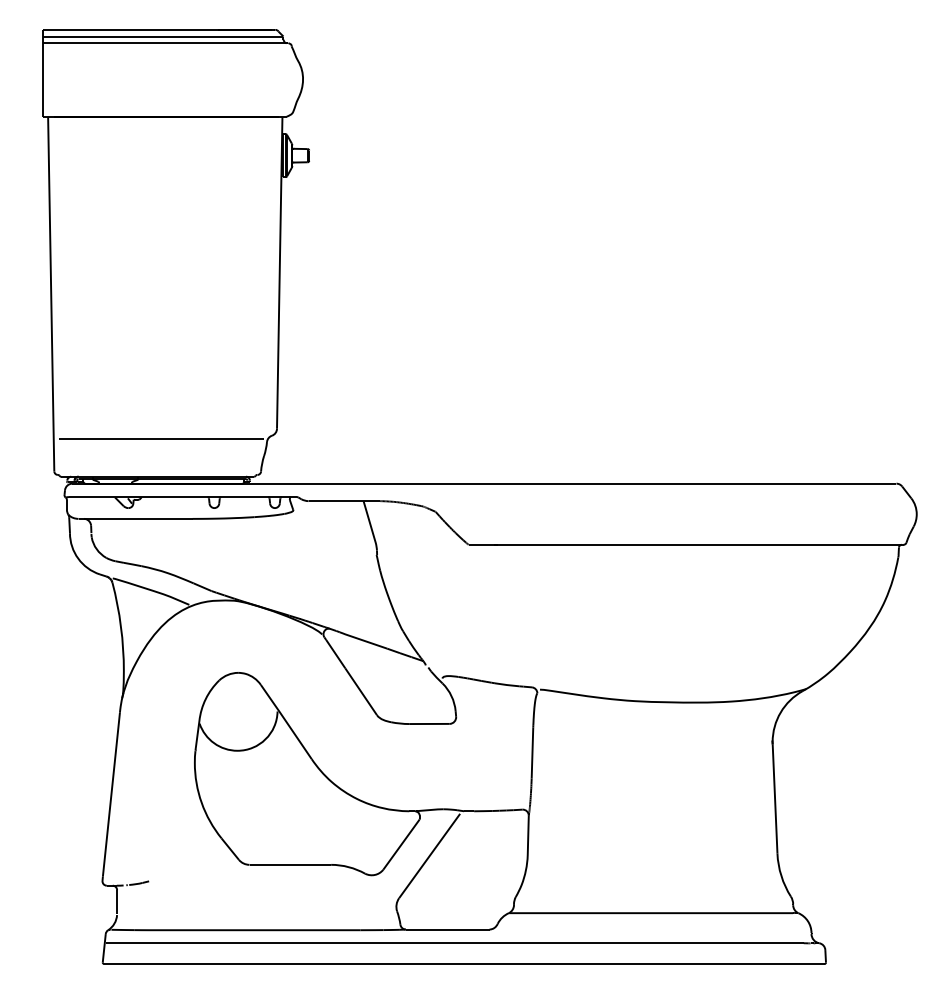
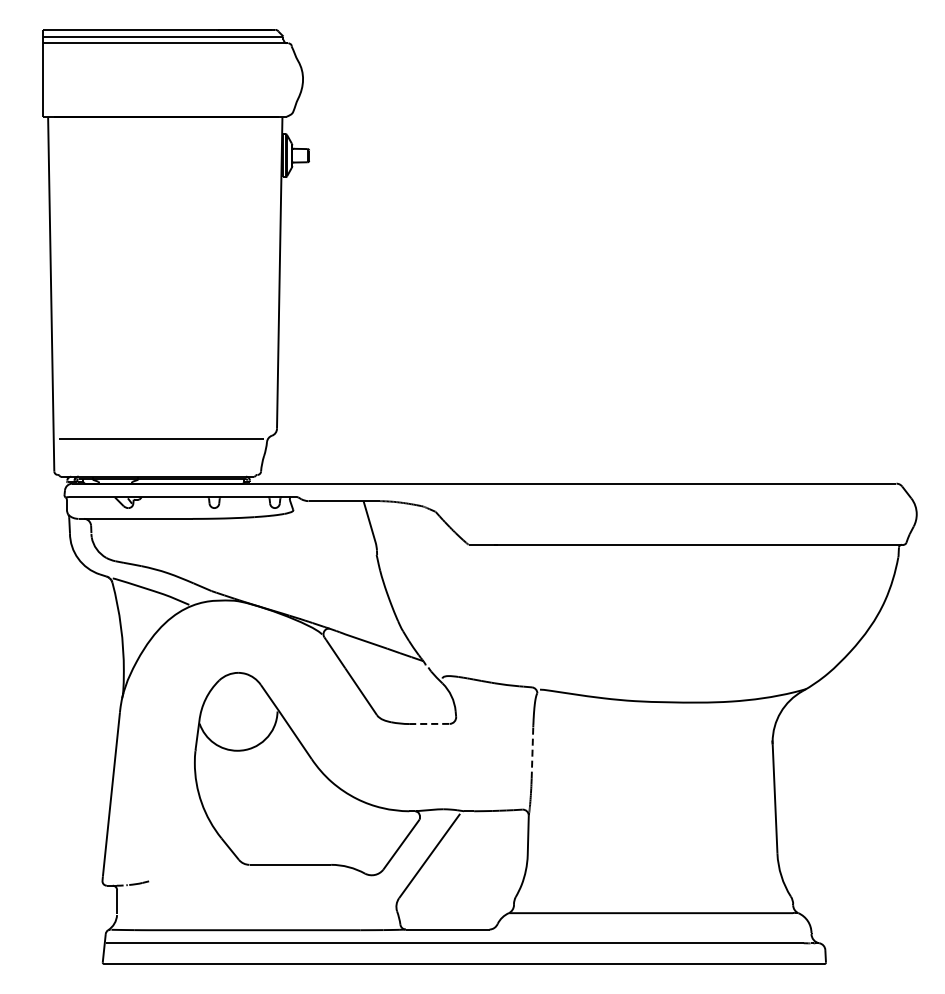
line at (429, 723): solid -> dashed
line at (532, 752): solid -> dashed
